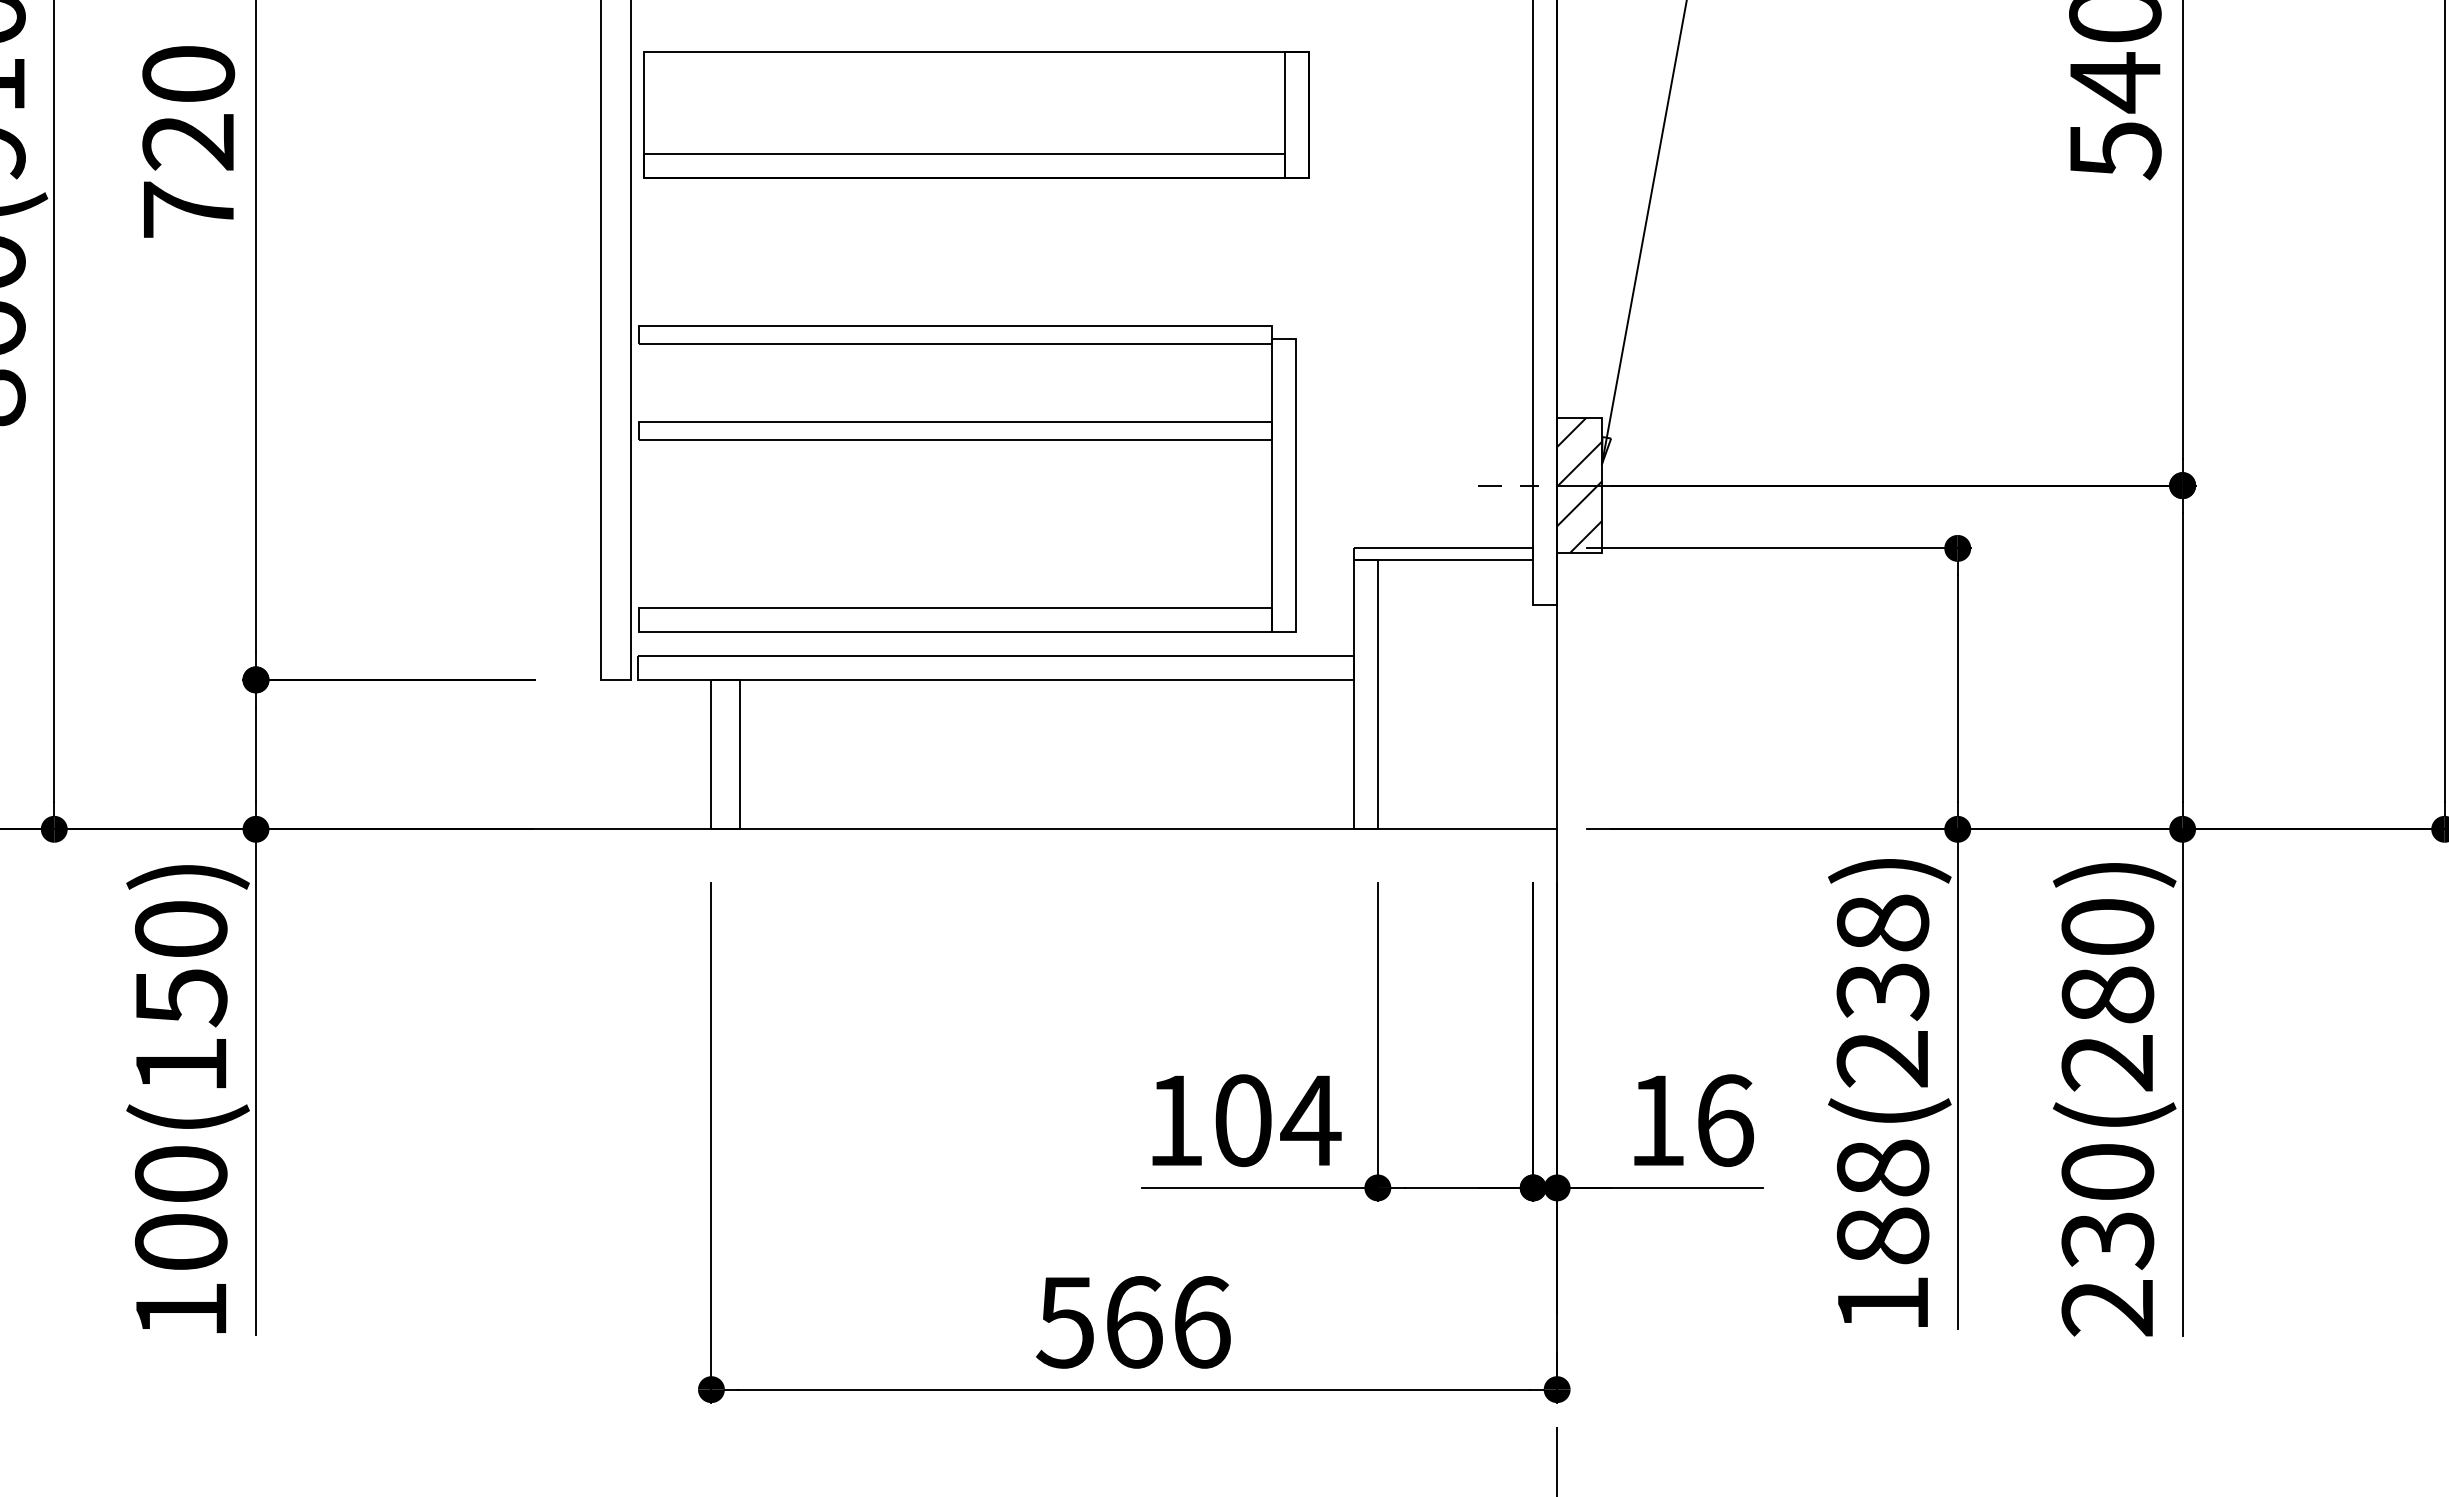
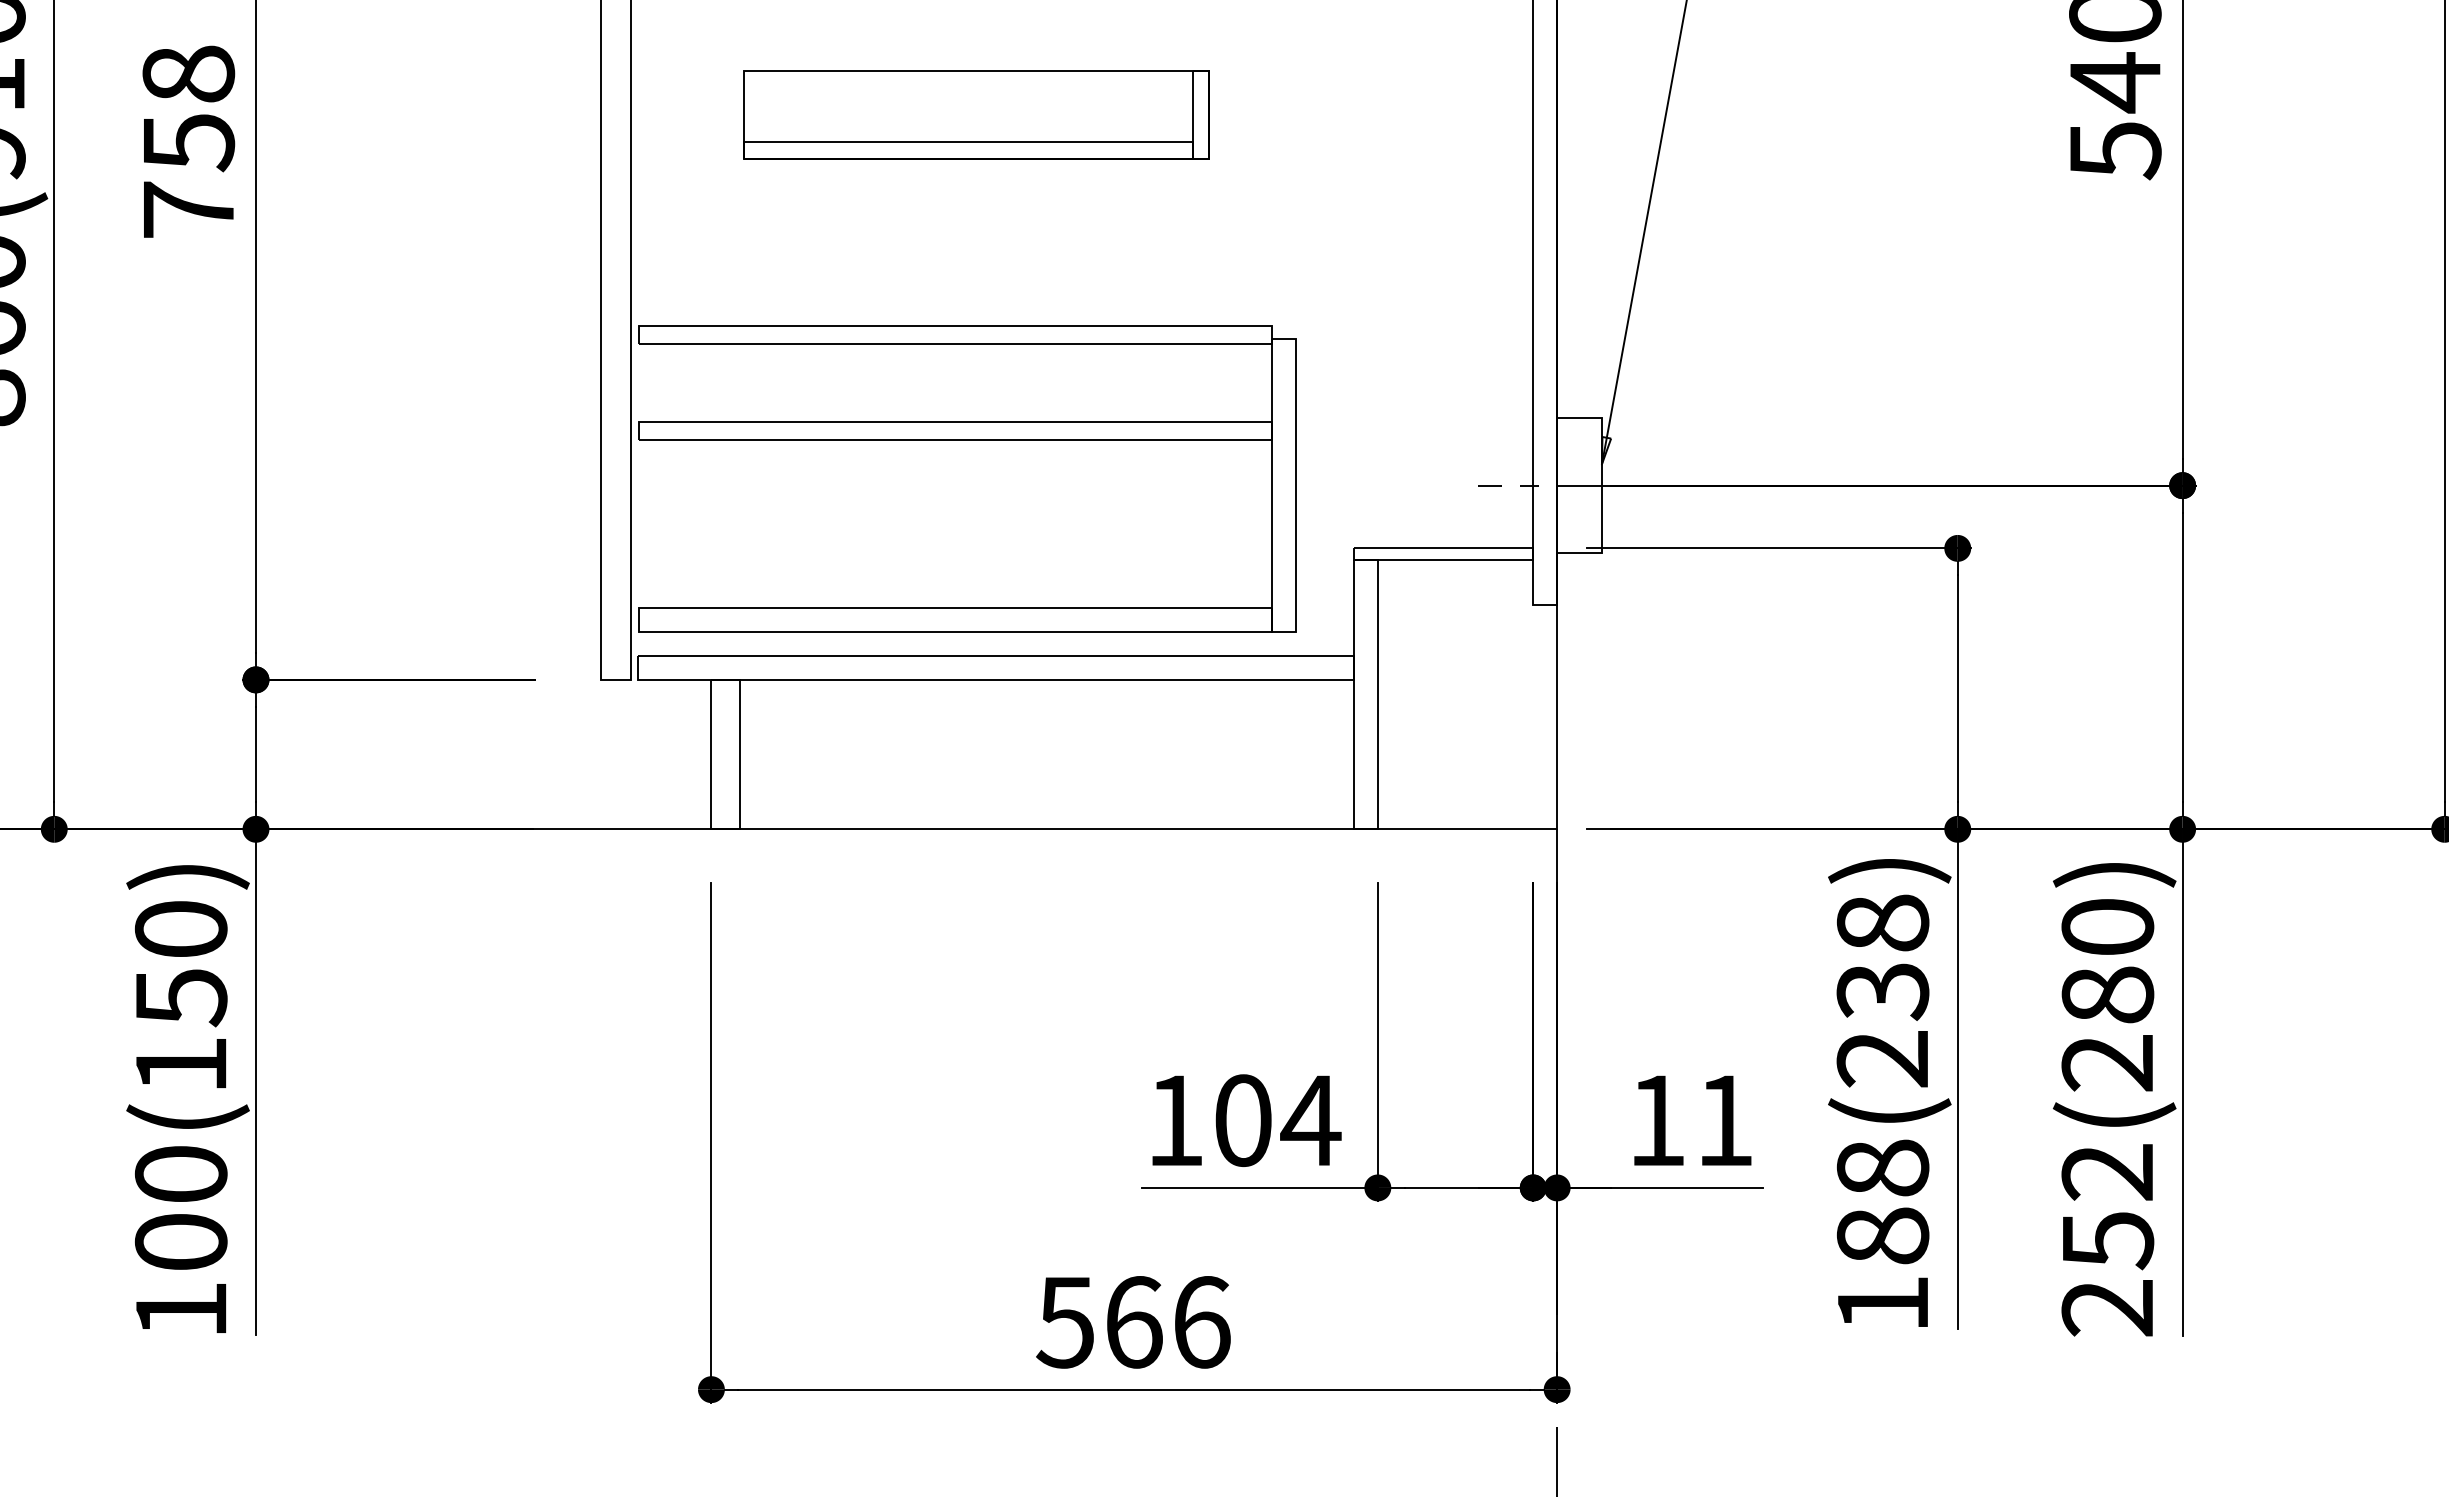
text at (188, 108): 720 -> 758
part at (976, 114) size: 667x128 px -> 467x90 px
hatch at (1579, 485): present -> none
text at (1726, 1120): 16 -> 11
text at (2107, 1207): 230(280) -> 252(280)
